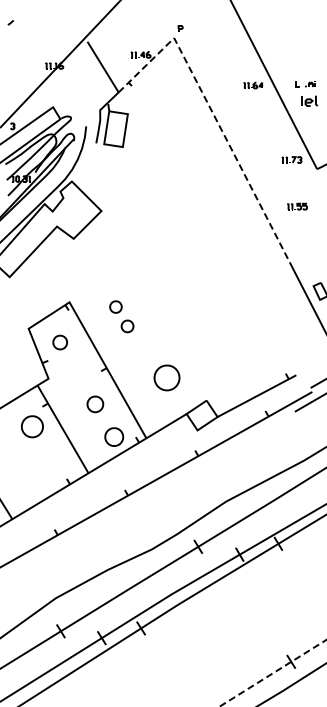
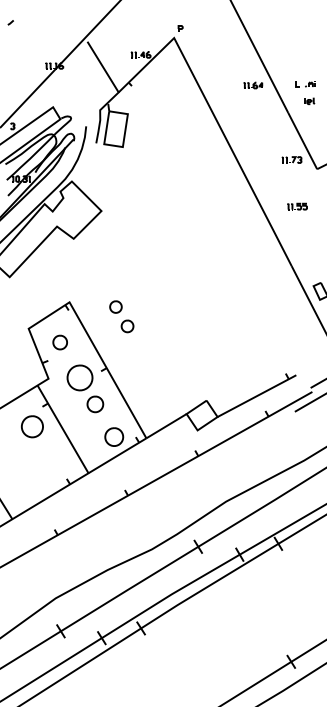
part at (309, 100) size: 17x12 px -> 12x8 px
line at (215, 118): dashed -> solid
part at (166, 377) position: (166, 377) -> (79, 377)
line at (273, 672): dashed -> solid
